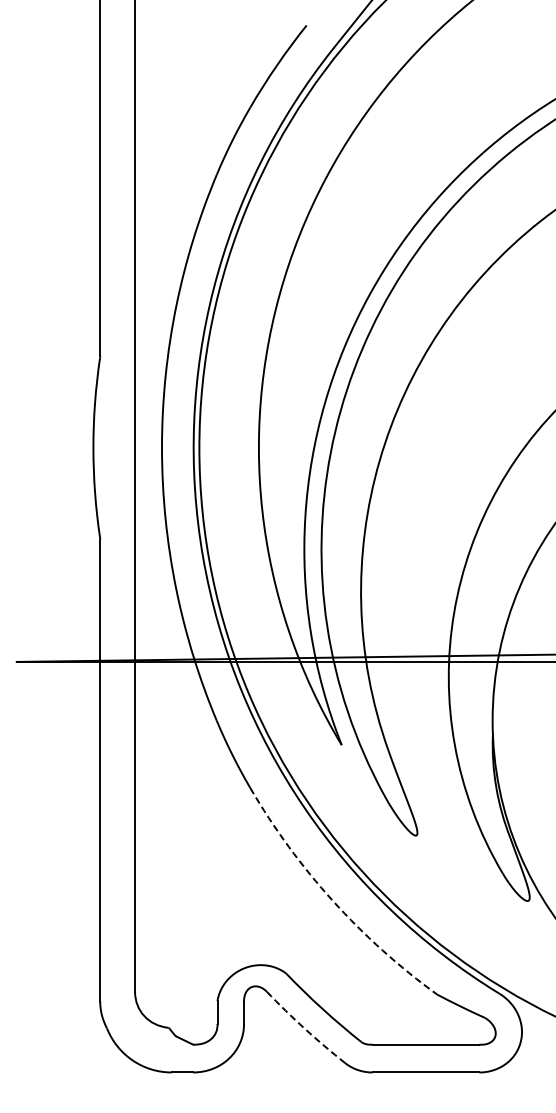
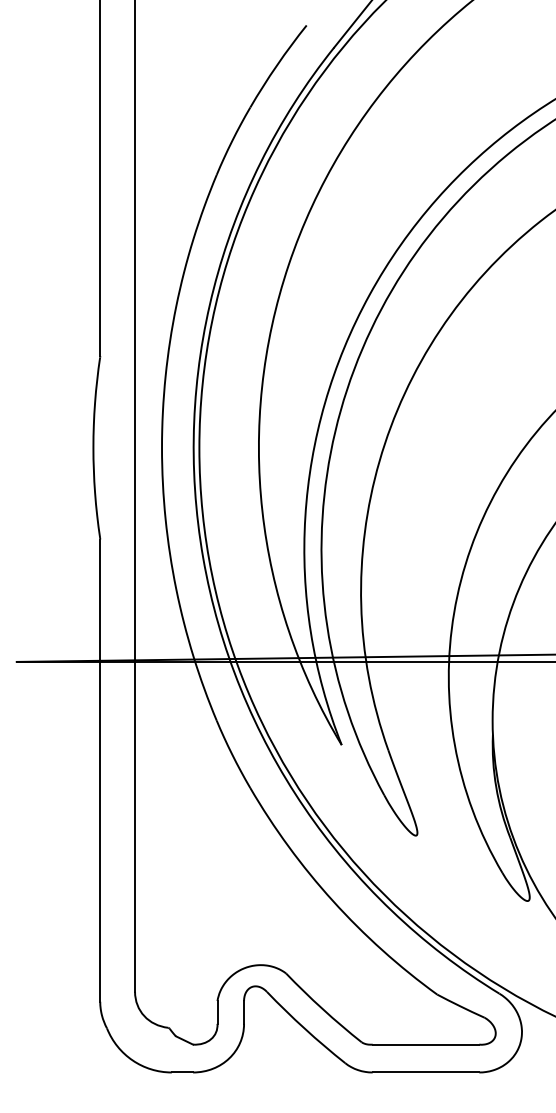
arc at (333, 901): dashed -> solid
arc at (304, 1028): dashed -> solid
